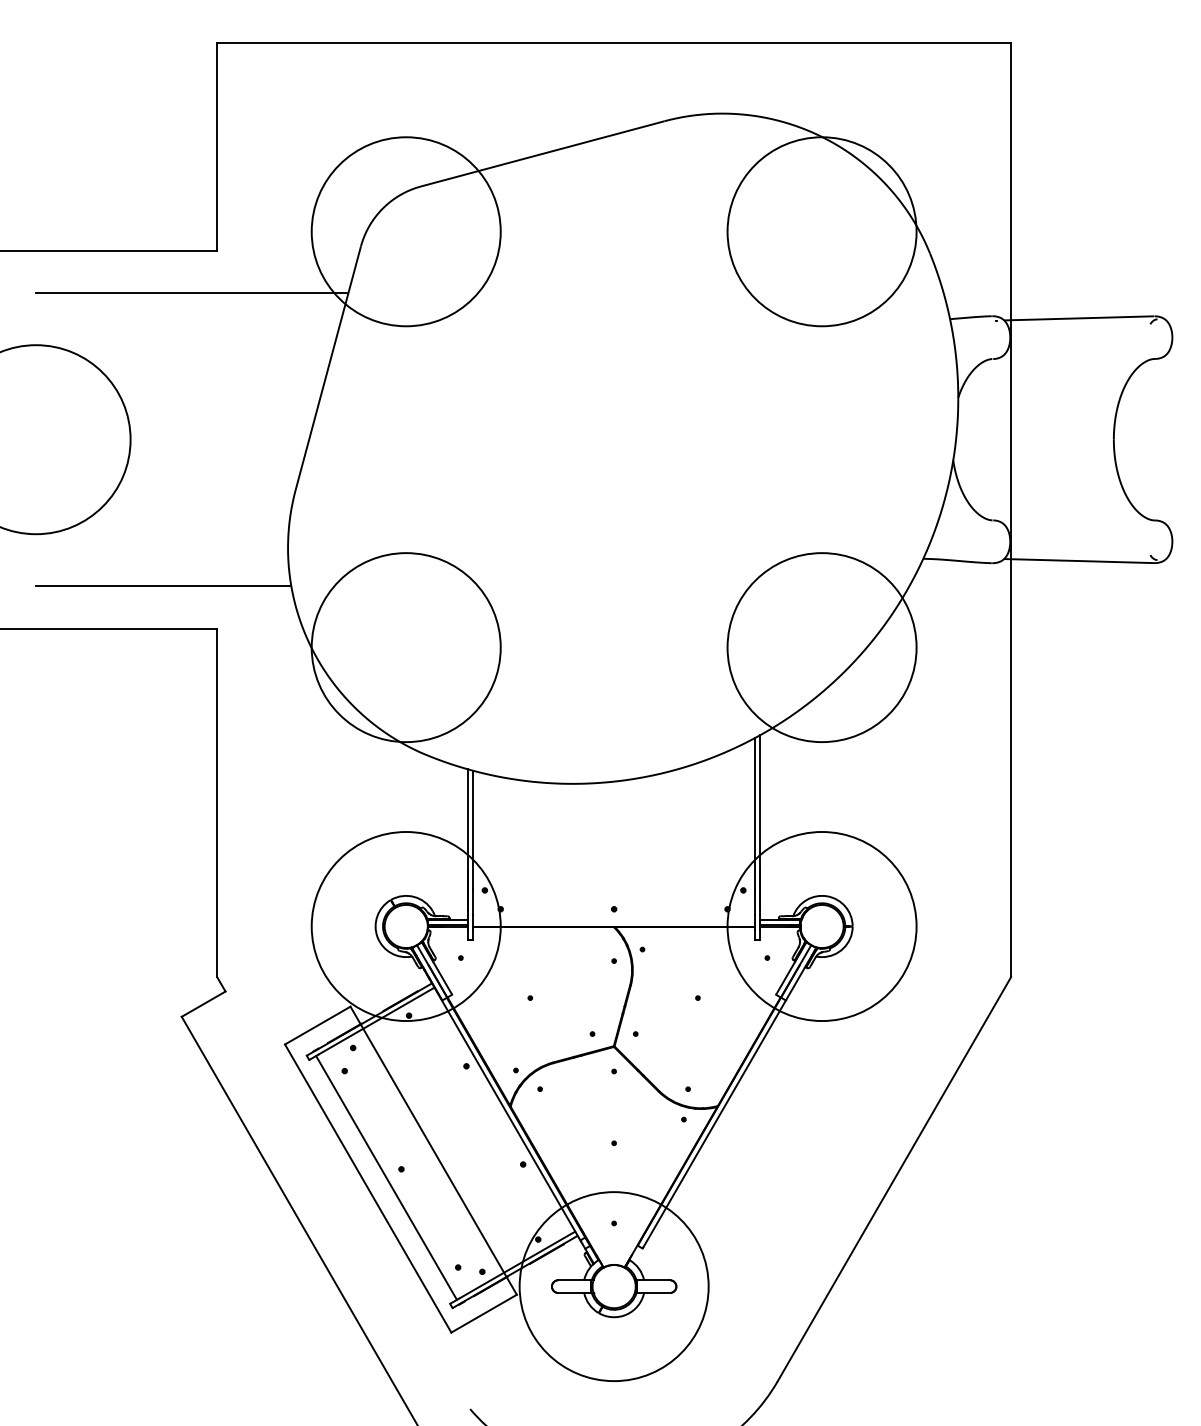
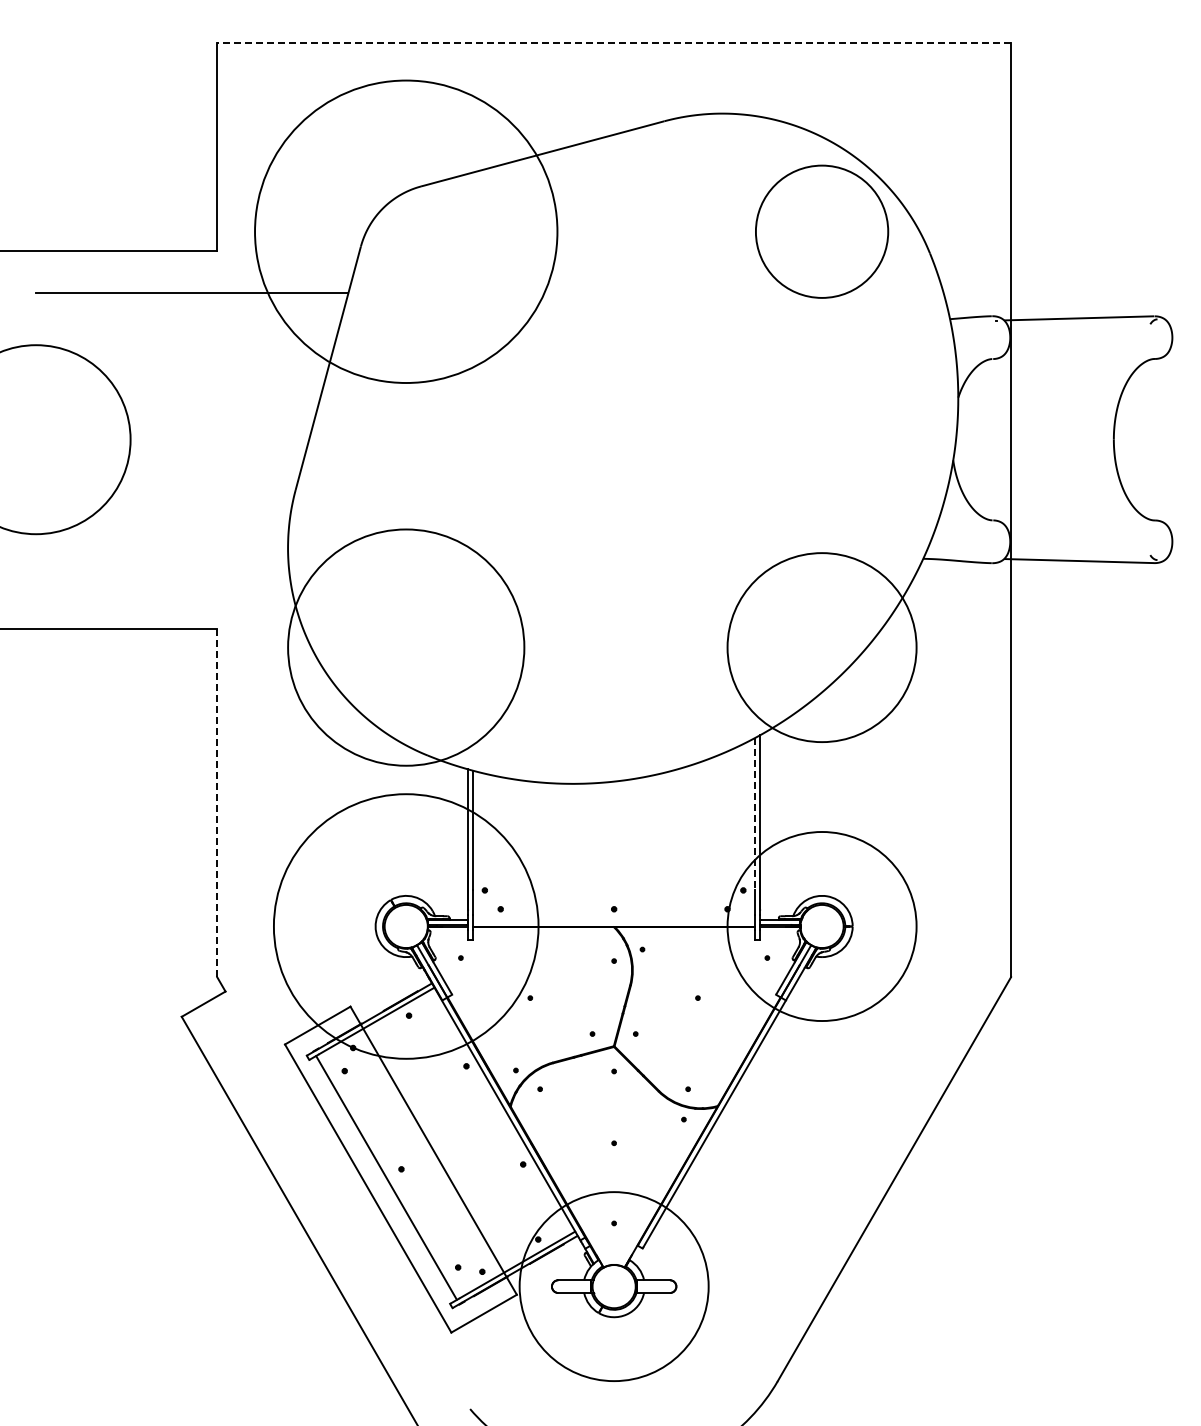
line at (614, 42): solid -> dashed
circle at (405, 231) diameter: 189 px -> 302 px
circle at (821, 231) diameter: 189 px -> 132 px
line at (163, 586): present -> none
circle at (405, 647) diameter: 189 px -> 236 px
line at (217, 803): solid -> dashed
line at (754, 814): solid -> dashed
circle at (405, 926) diameter: 189 px -> 265 px
